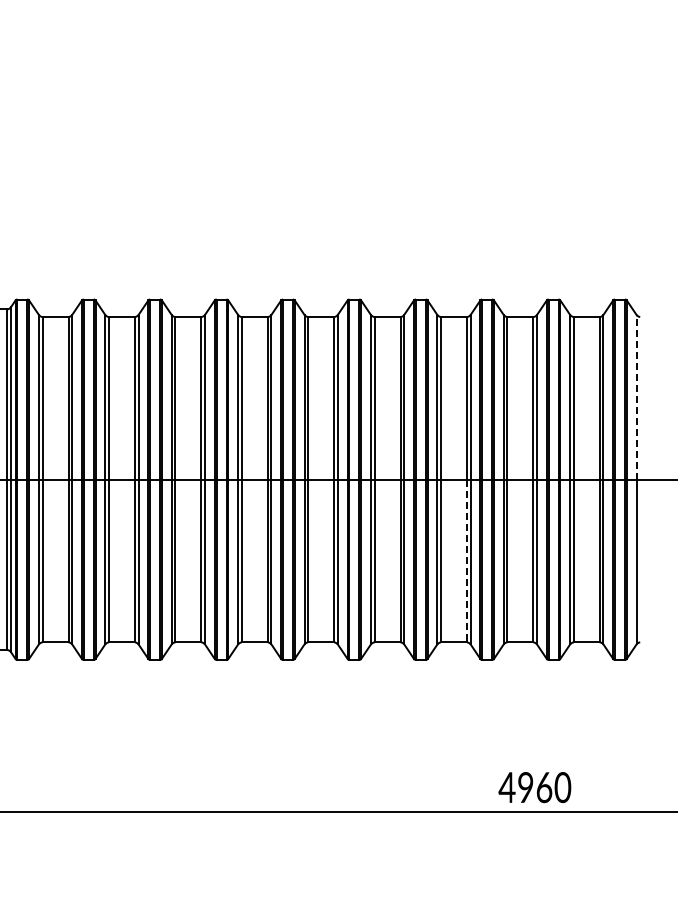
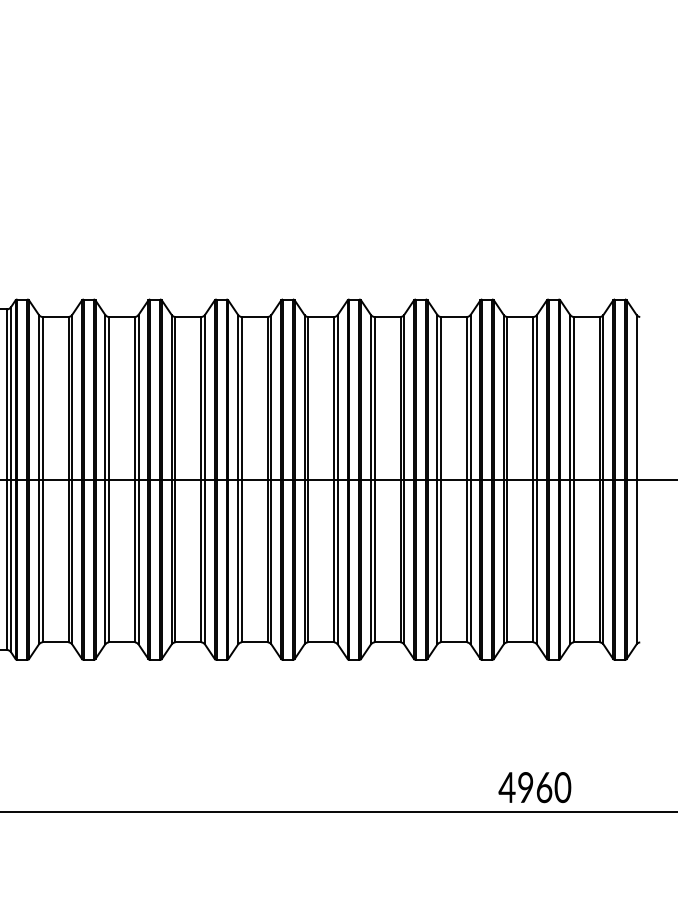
line at (636, 396): dashed -> solid
line at (466, 561): dashed -> solid
